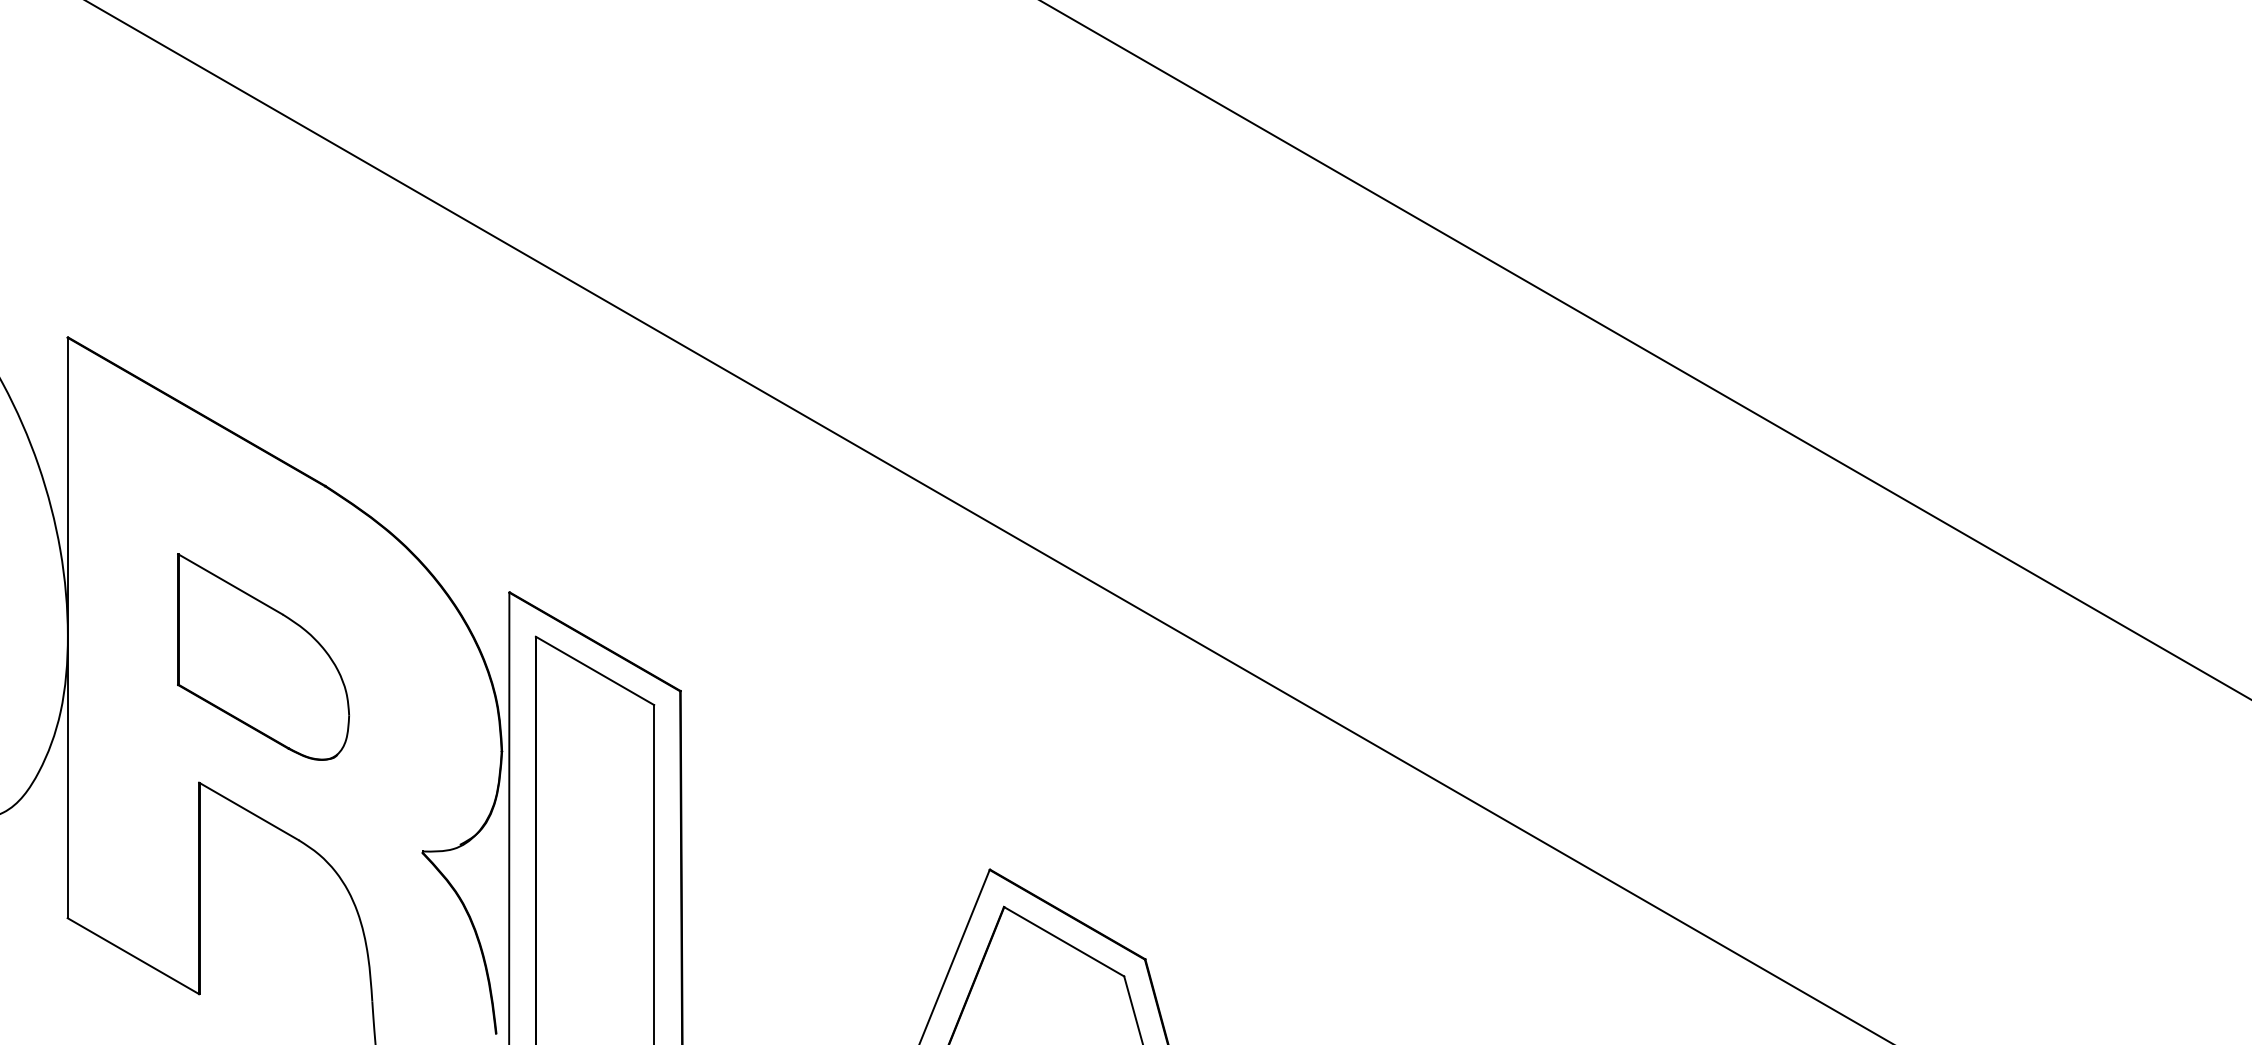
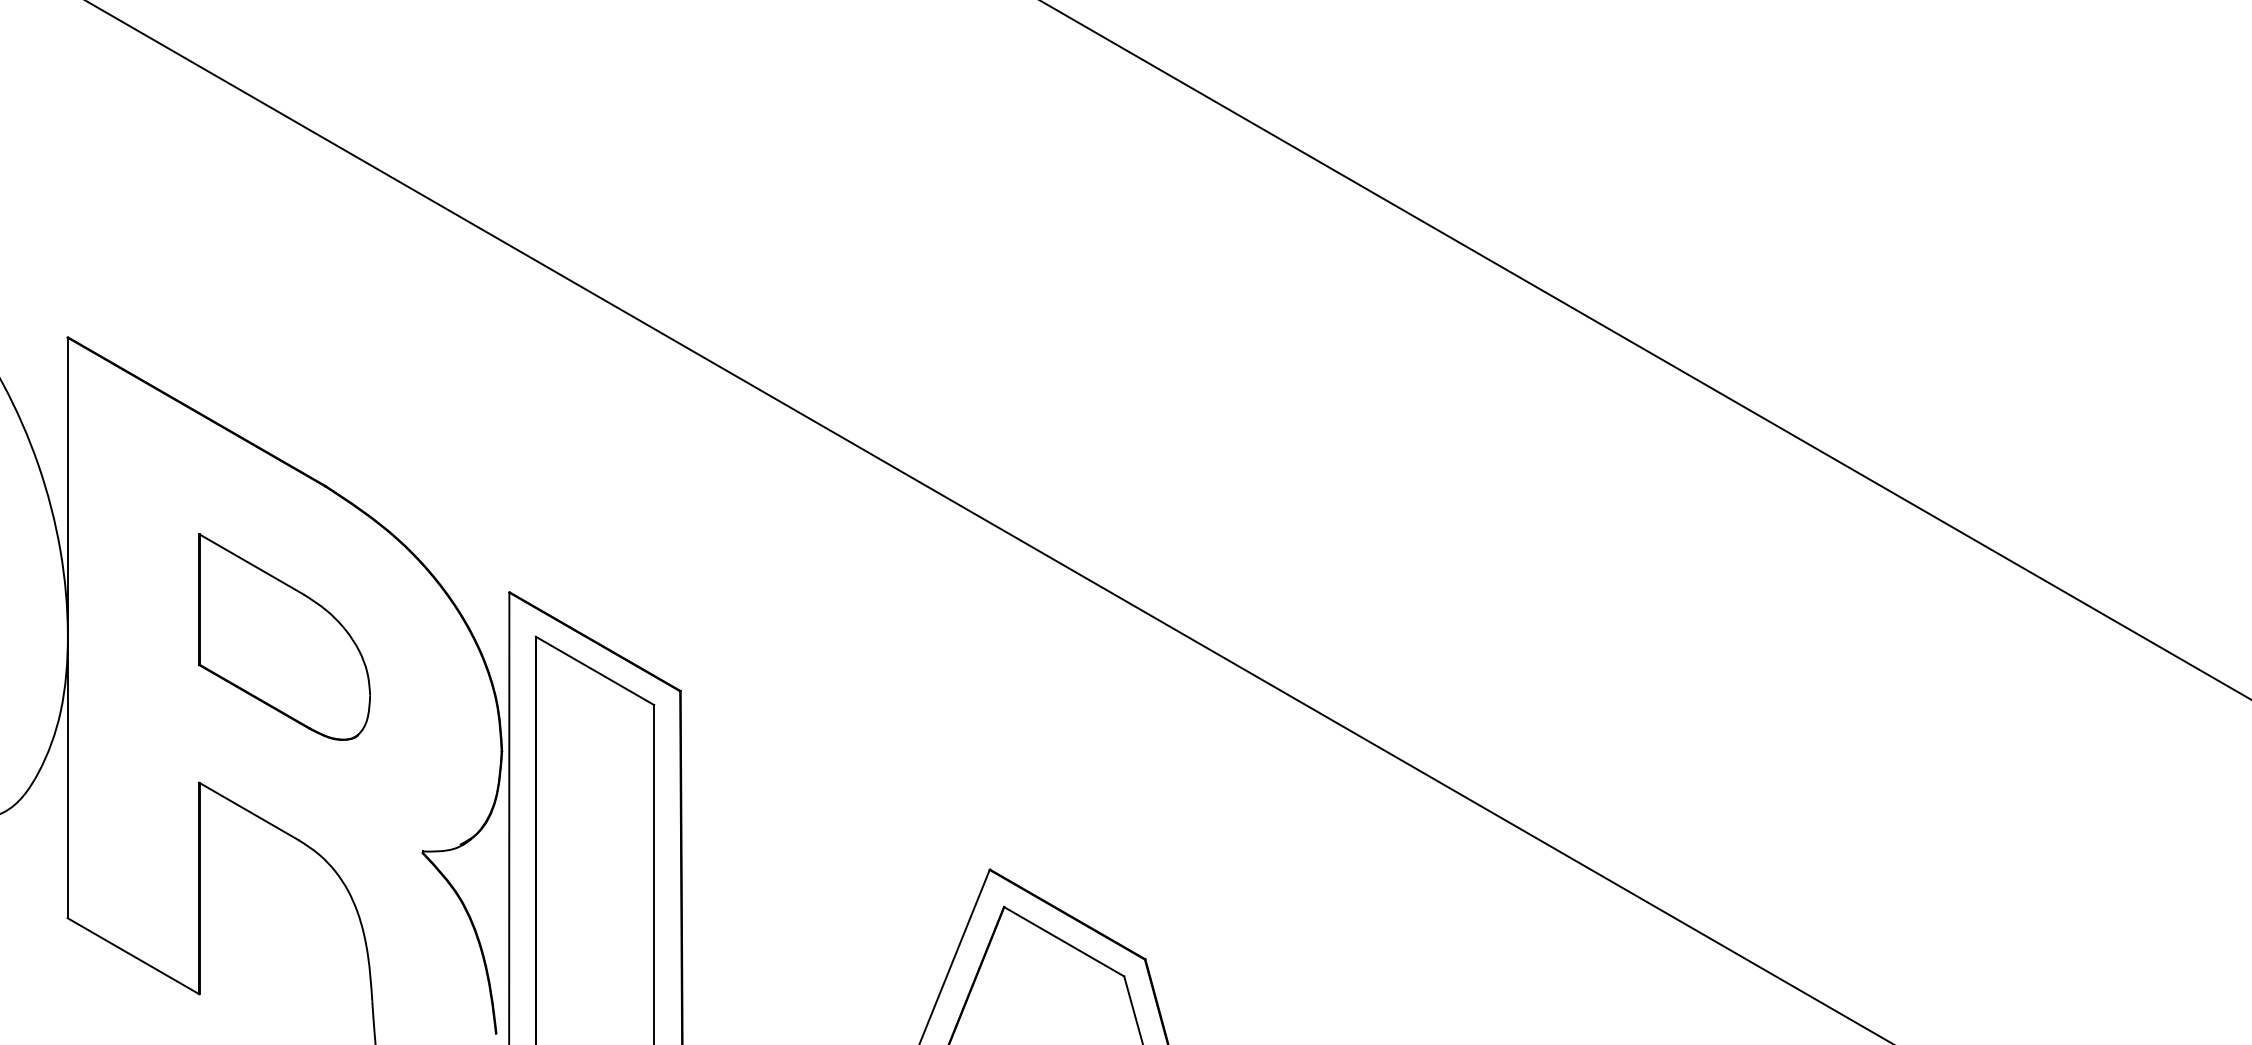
part at (263, 656) position: (263, 656) -> (284, 636)
